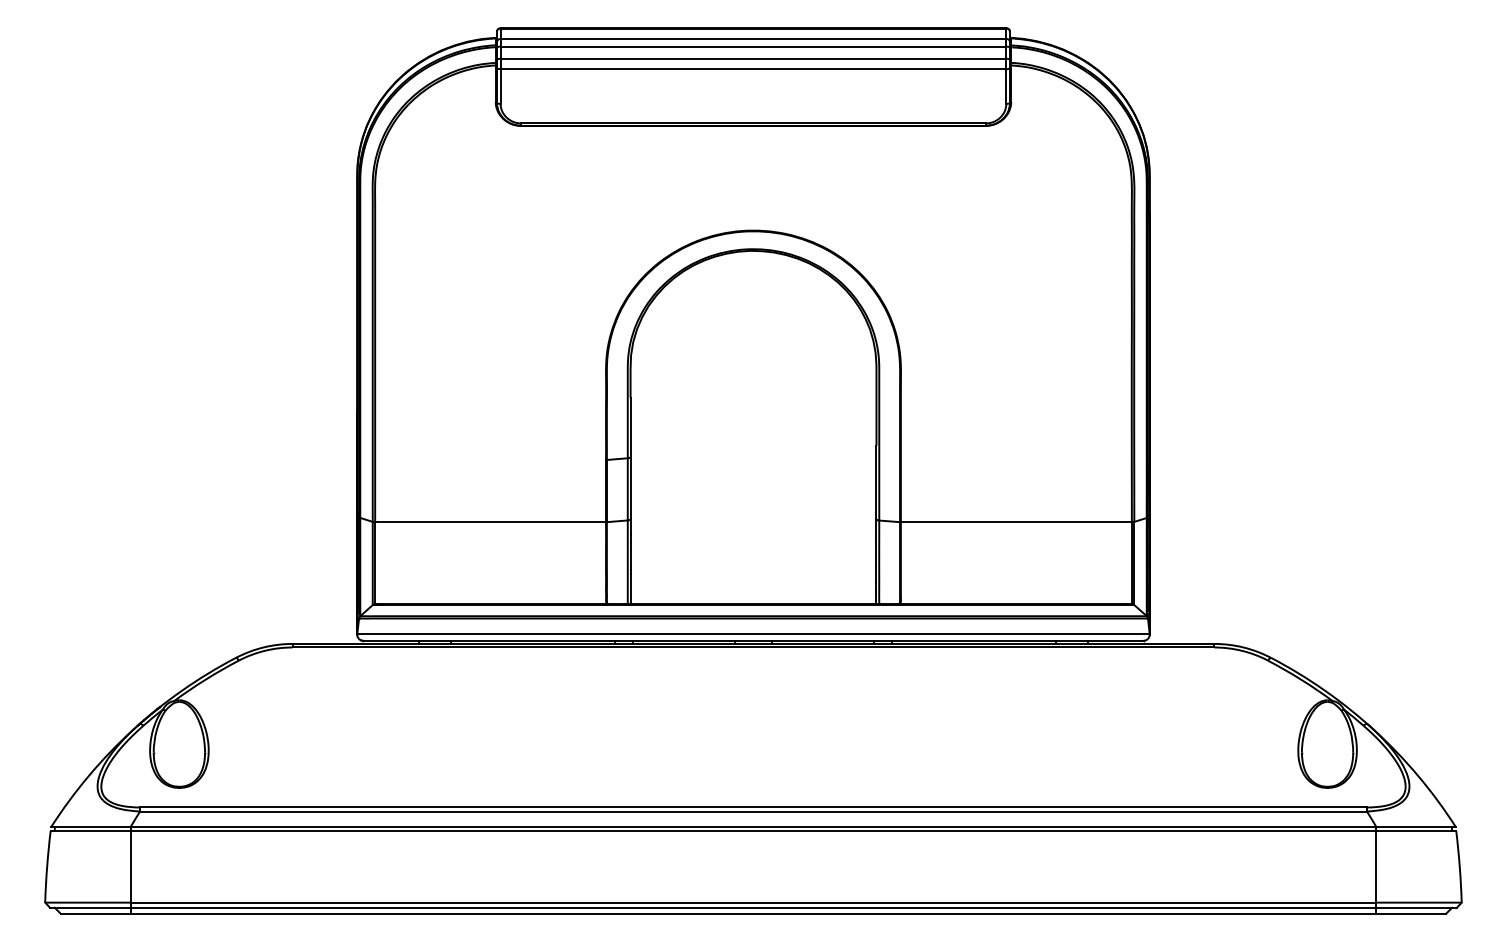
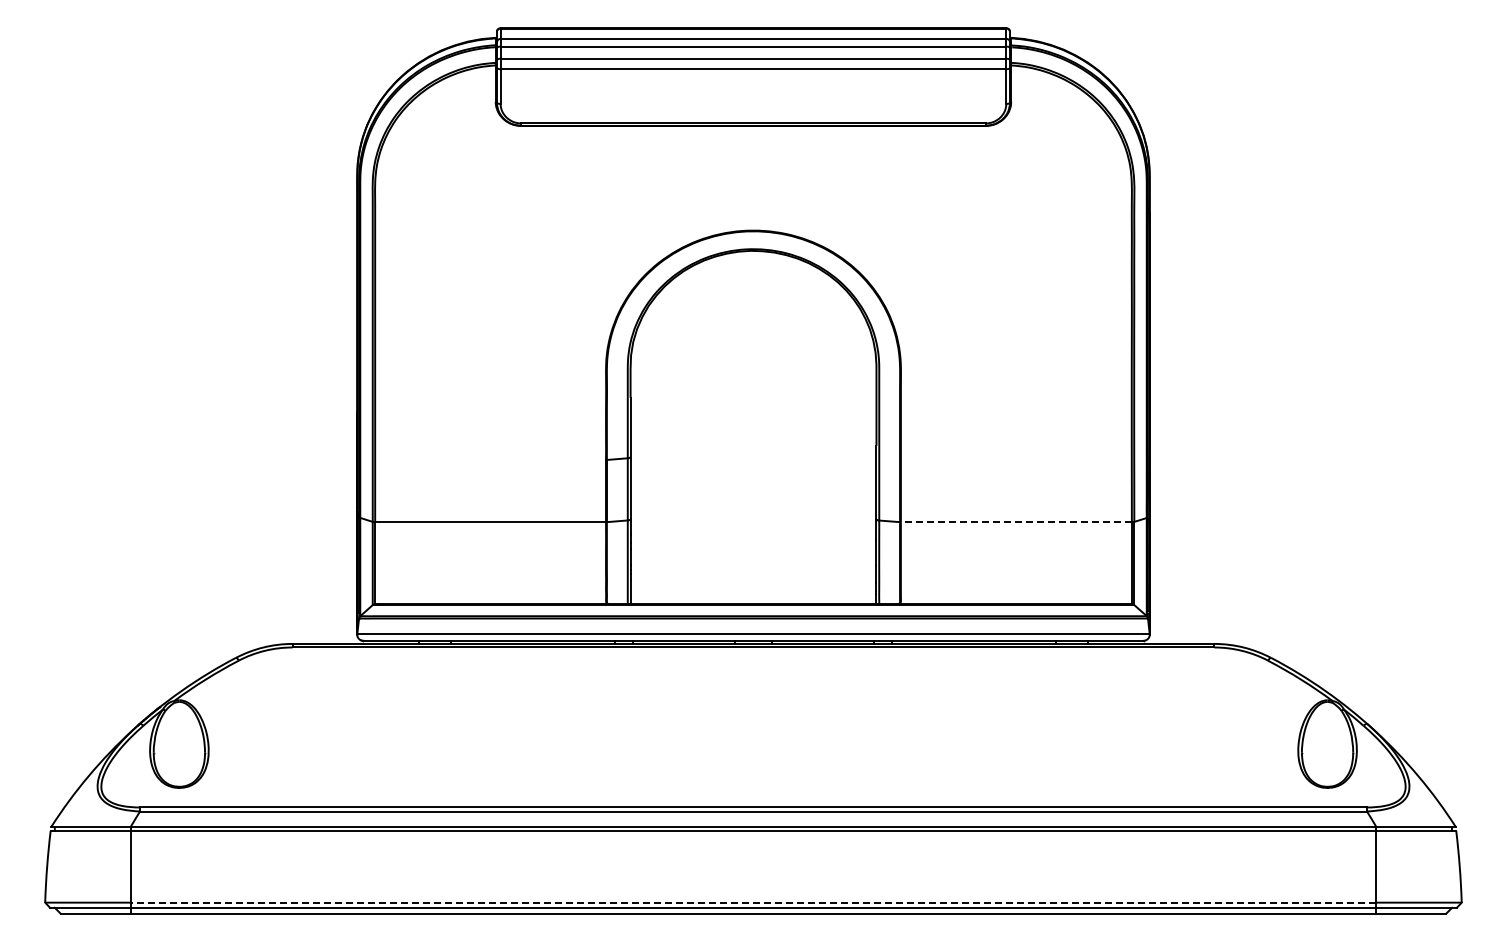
line at (1015, 522): solid -> dashed
line at (753, 902): solid -> dashed
